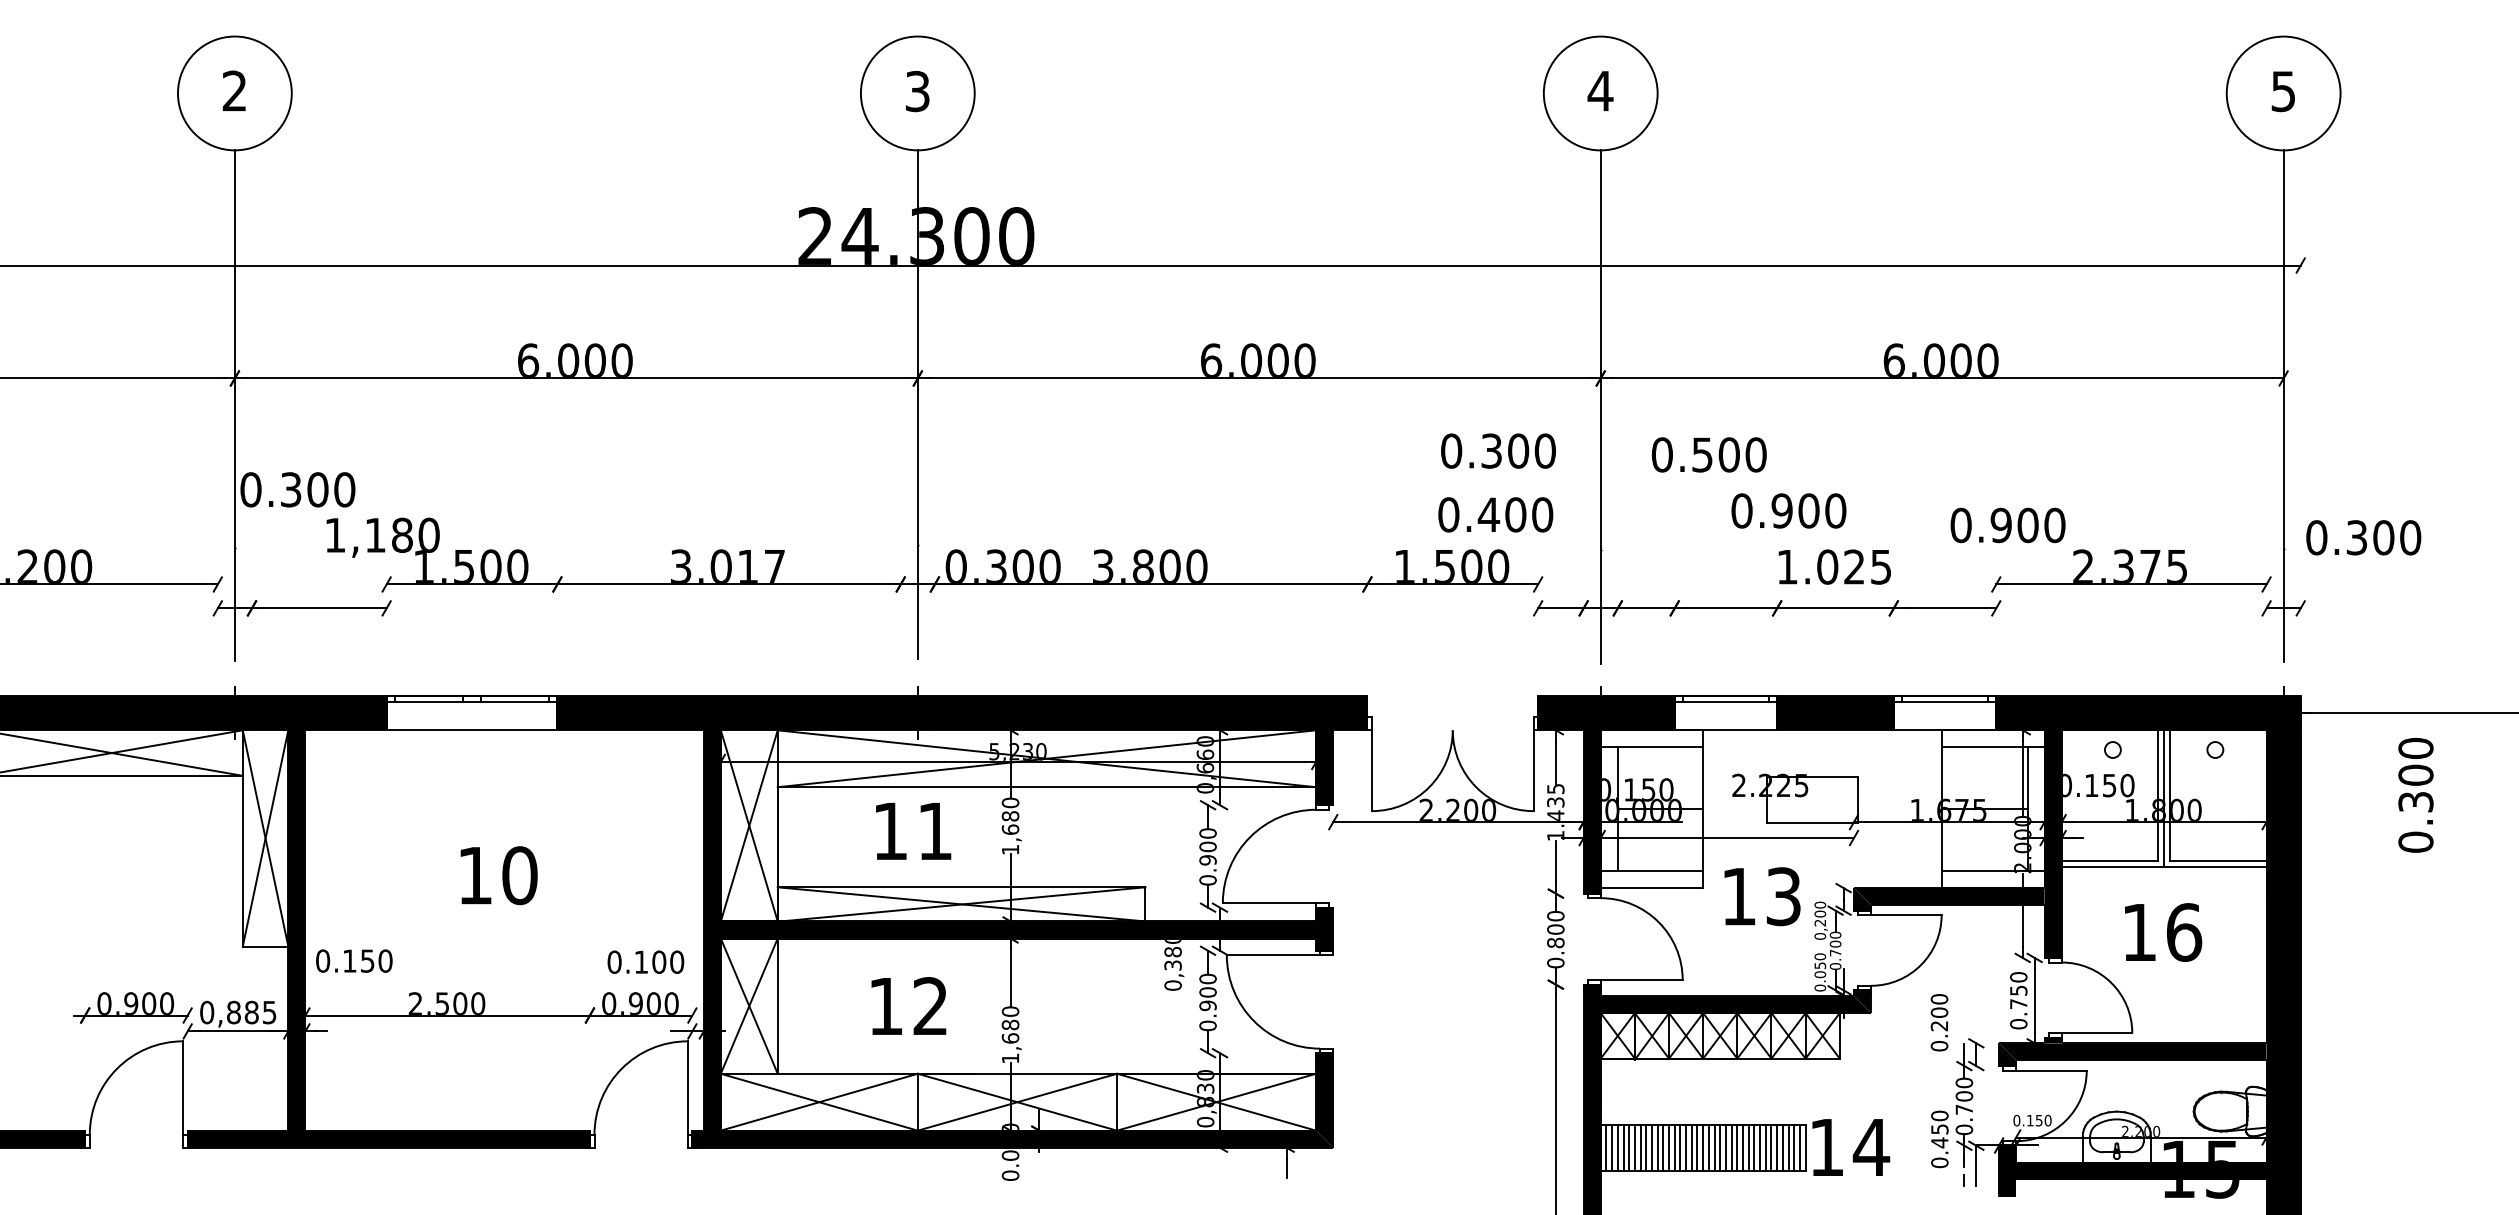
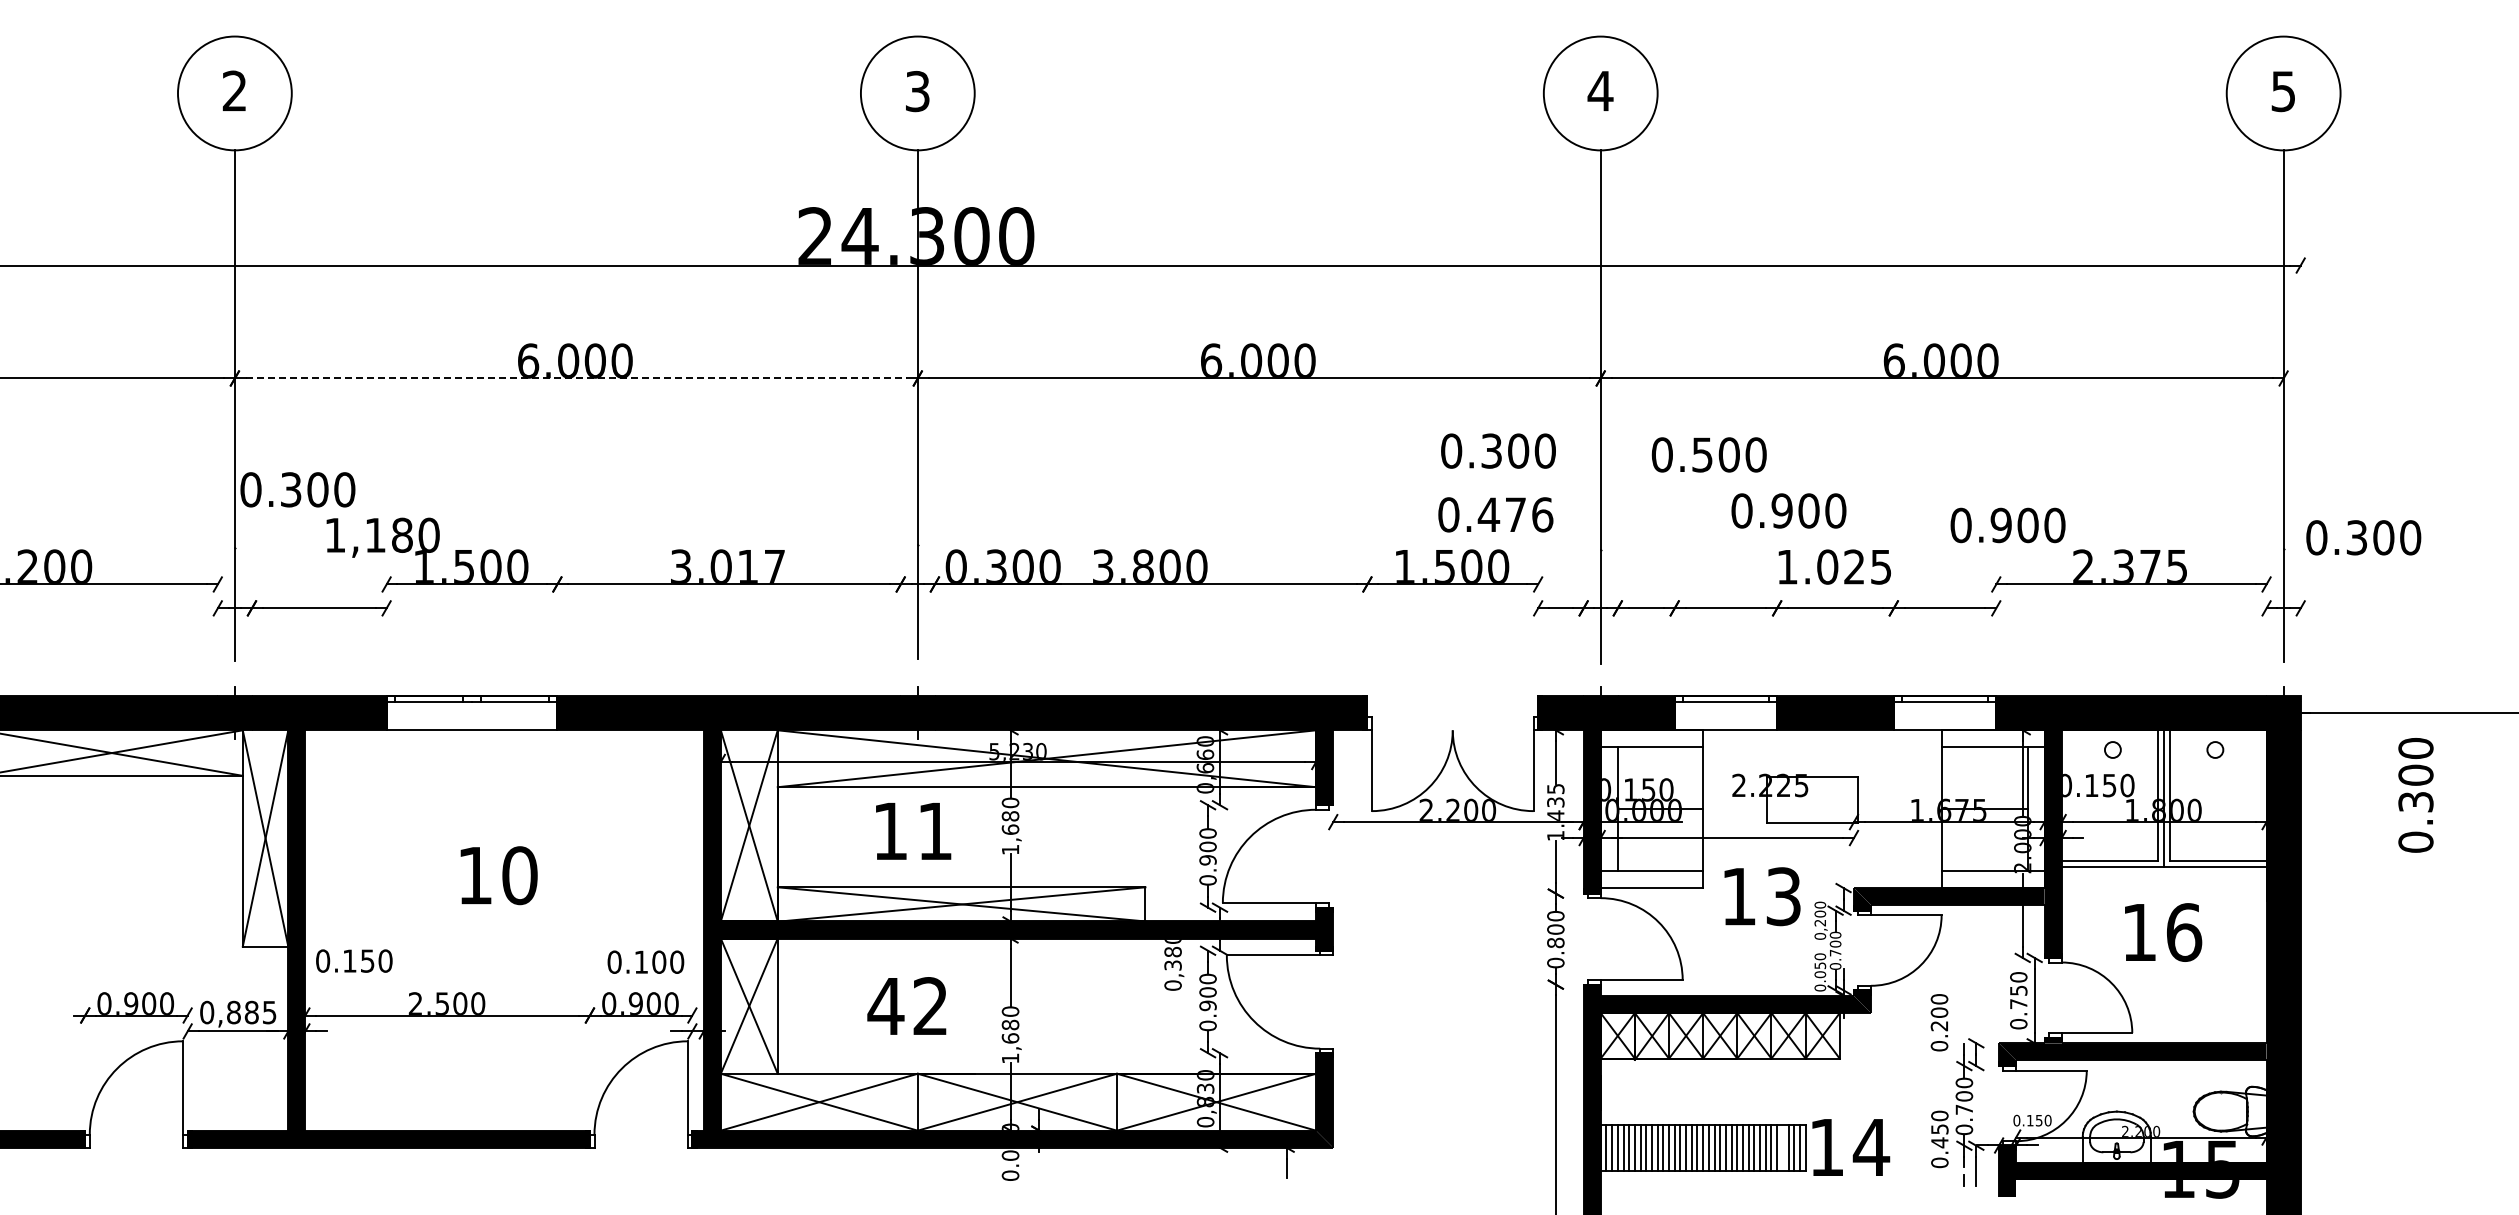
line at (576, 378): solid -> dashed
text at (1529, 514): 0.400 -> 0.476
text at (885, 1006): 12 -> 42
line at (1782, 1147): present -> none
